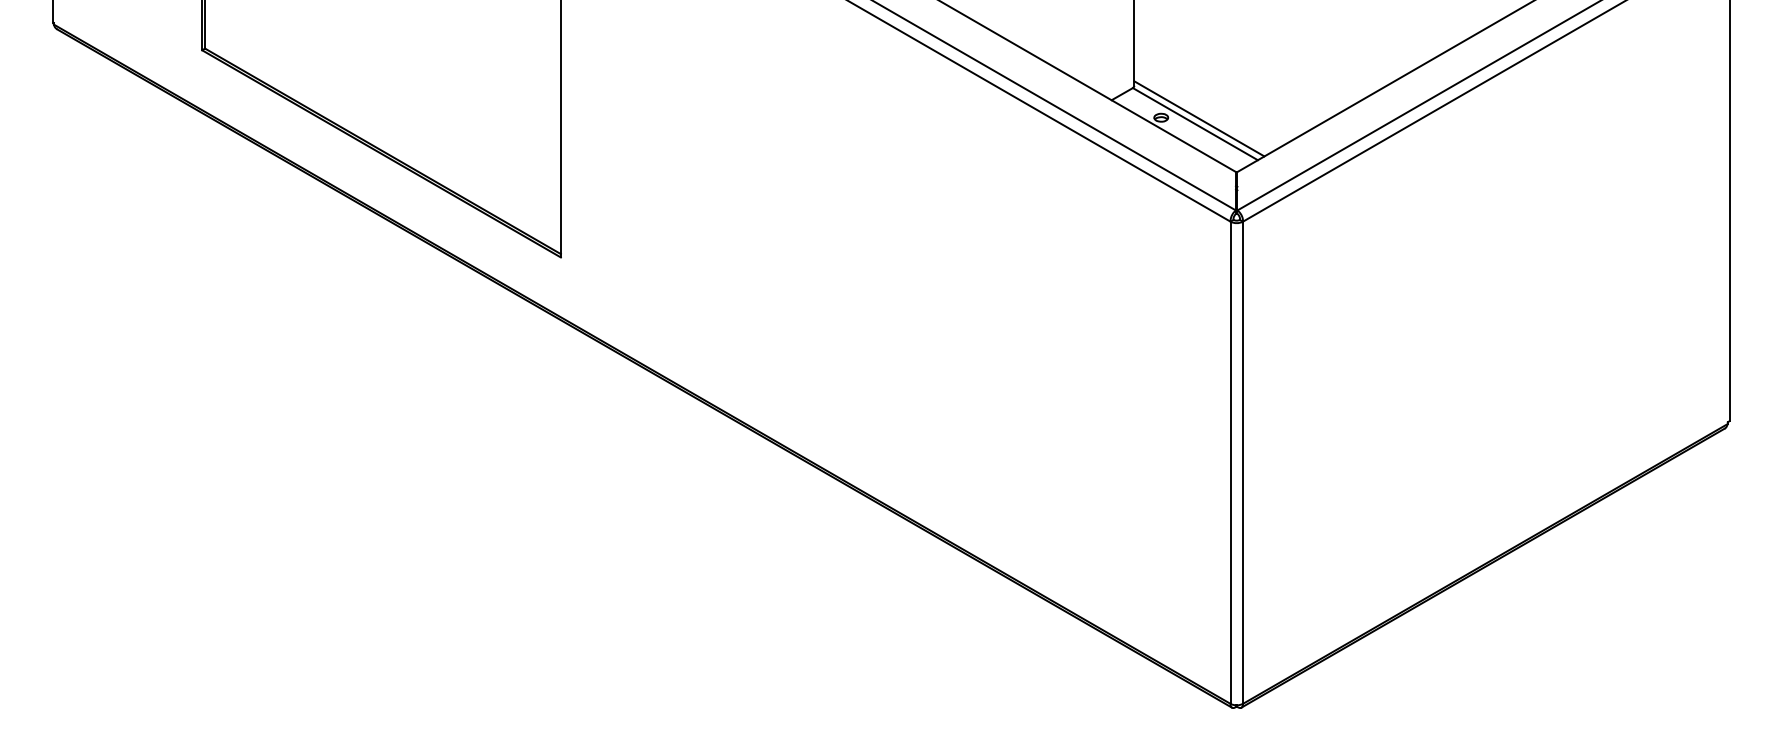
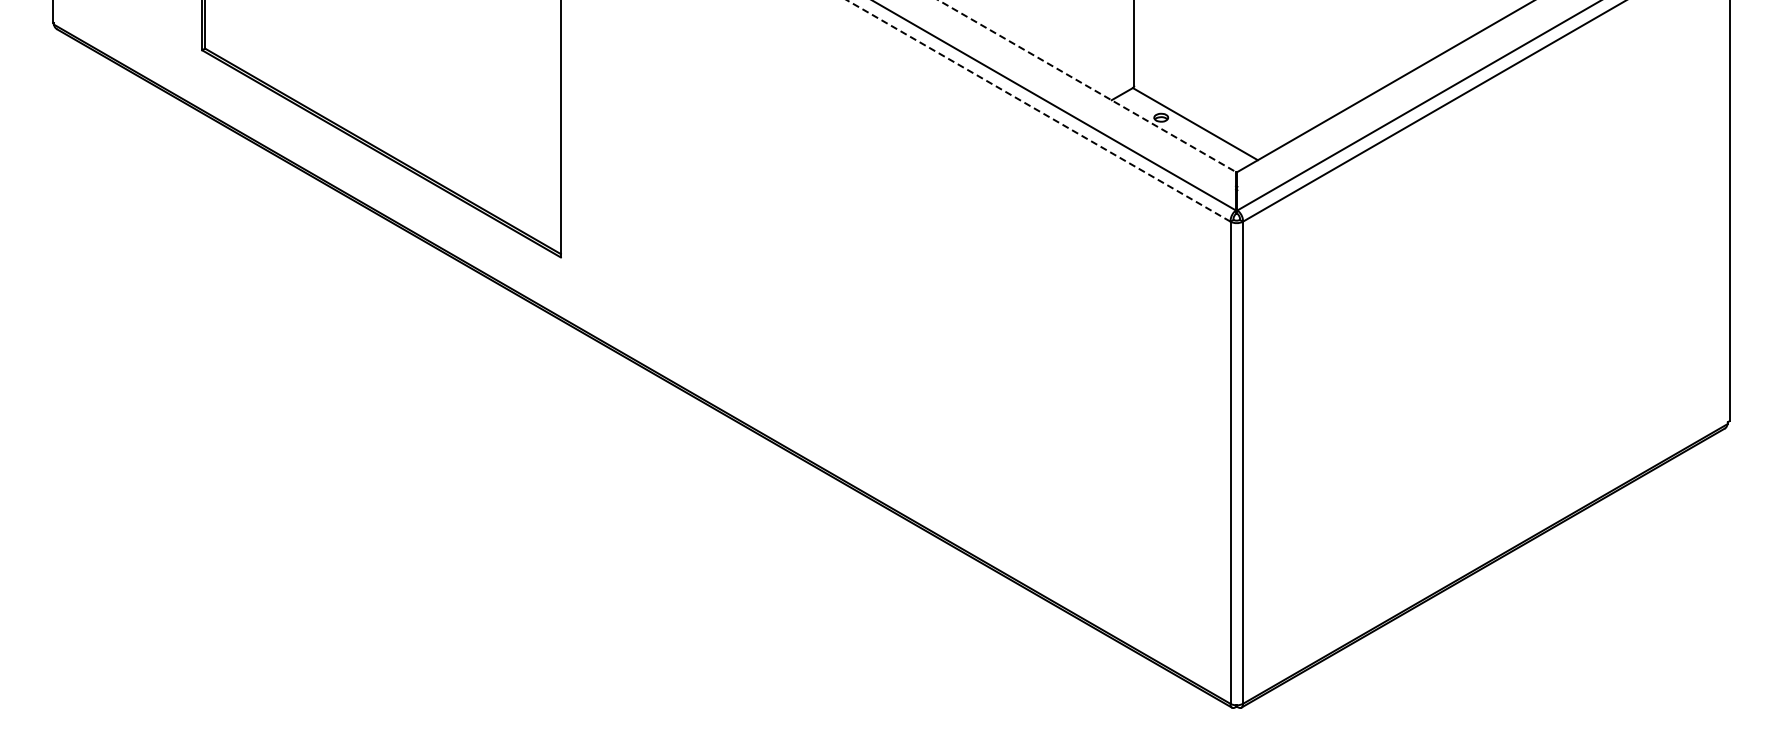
line at (1087, 86): solid -> dashed
line at (1038, 110): solid -> dashed
line at (1199, 118): present -> none
